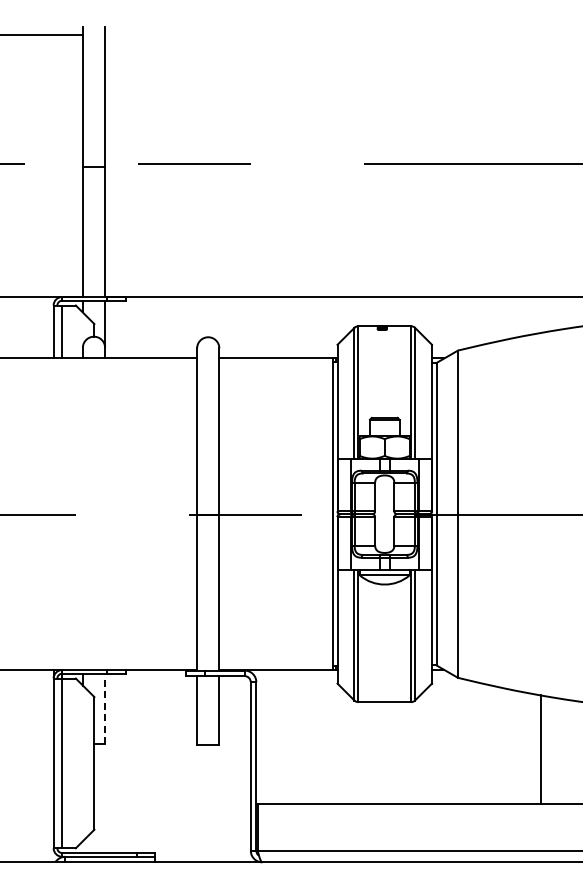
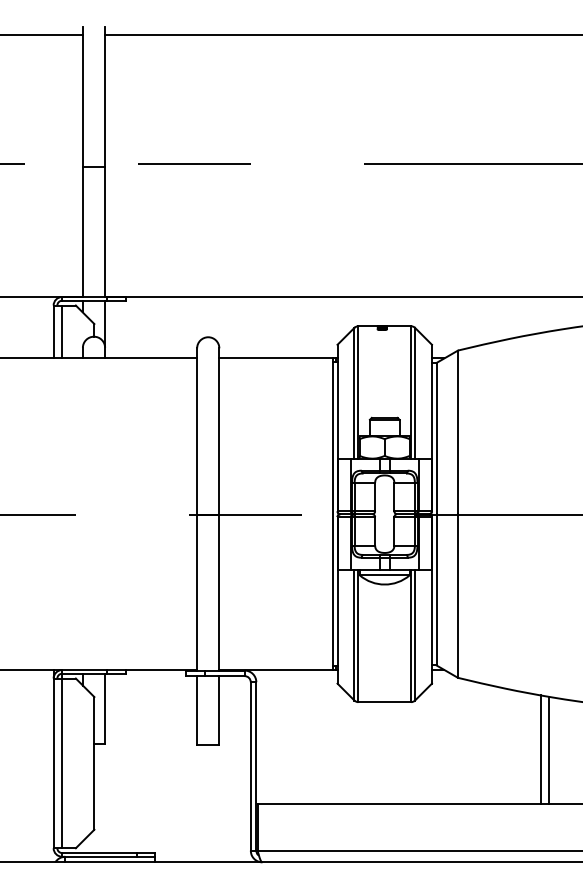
line at (341, 35): none -> present
line at (105, 708): dashed -> solid
line at (549, 749): none -> present
